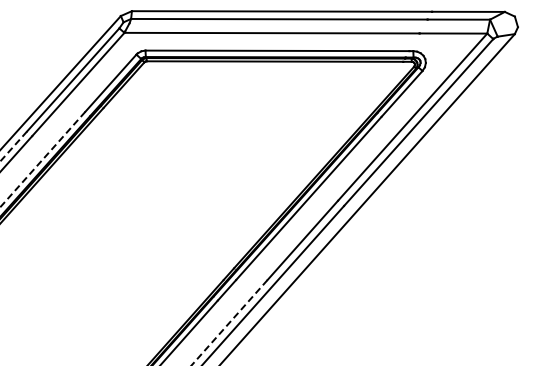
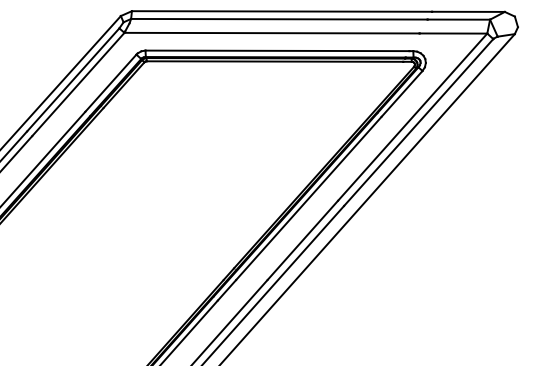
line at (13, 146): dashed -> solid
line at (42, 159): dashed -> solid
line at (229, 323): dashed -> solid
